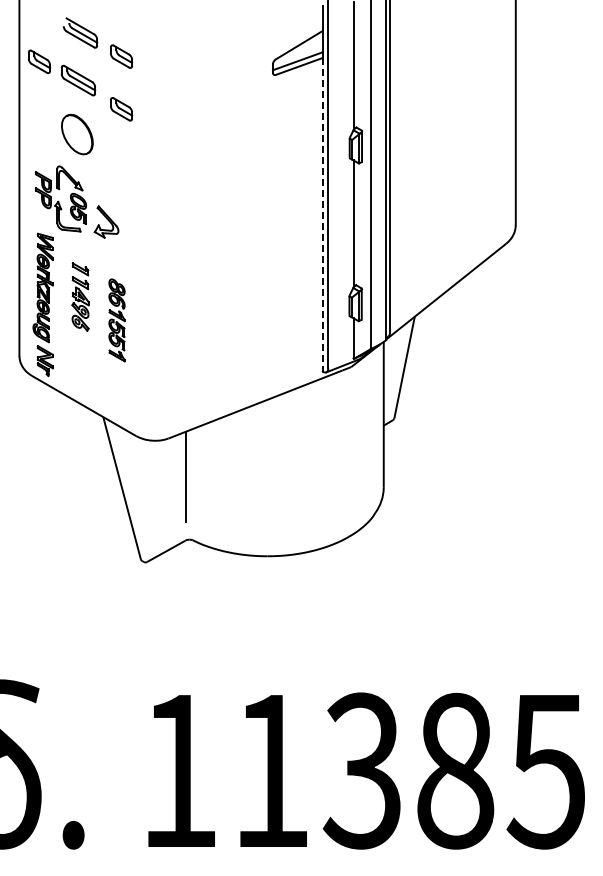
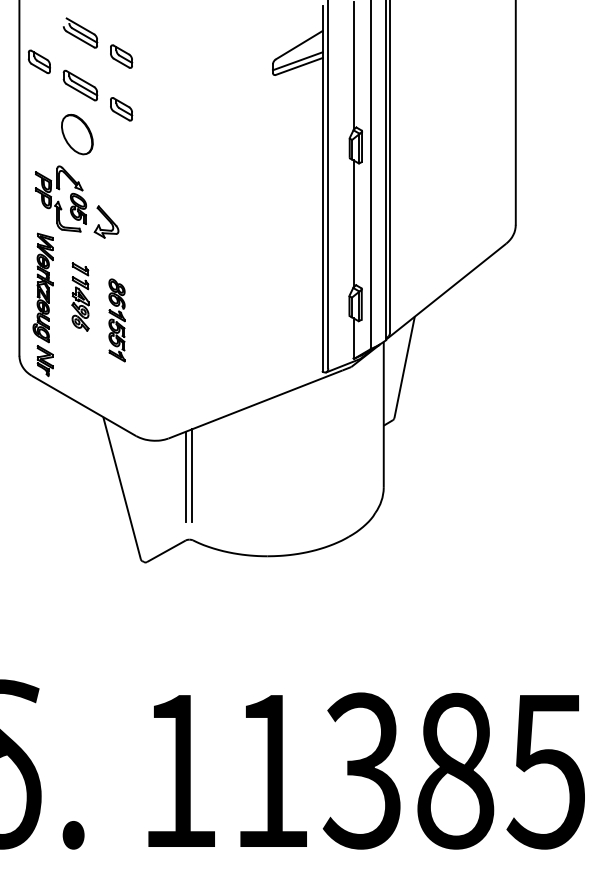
part at (78, 80) position: (78, 80) -> (80, 85)
line at (322, 214): dashed -> solid
line at (192, 475): none -> present
